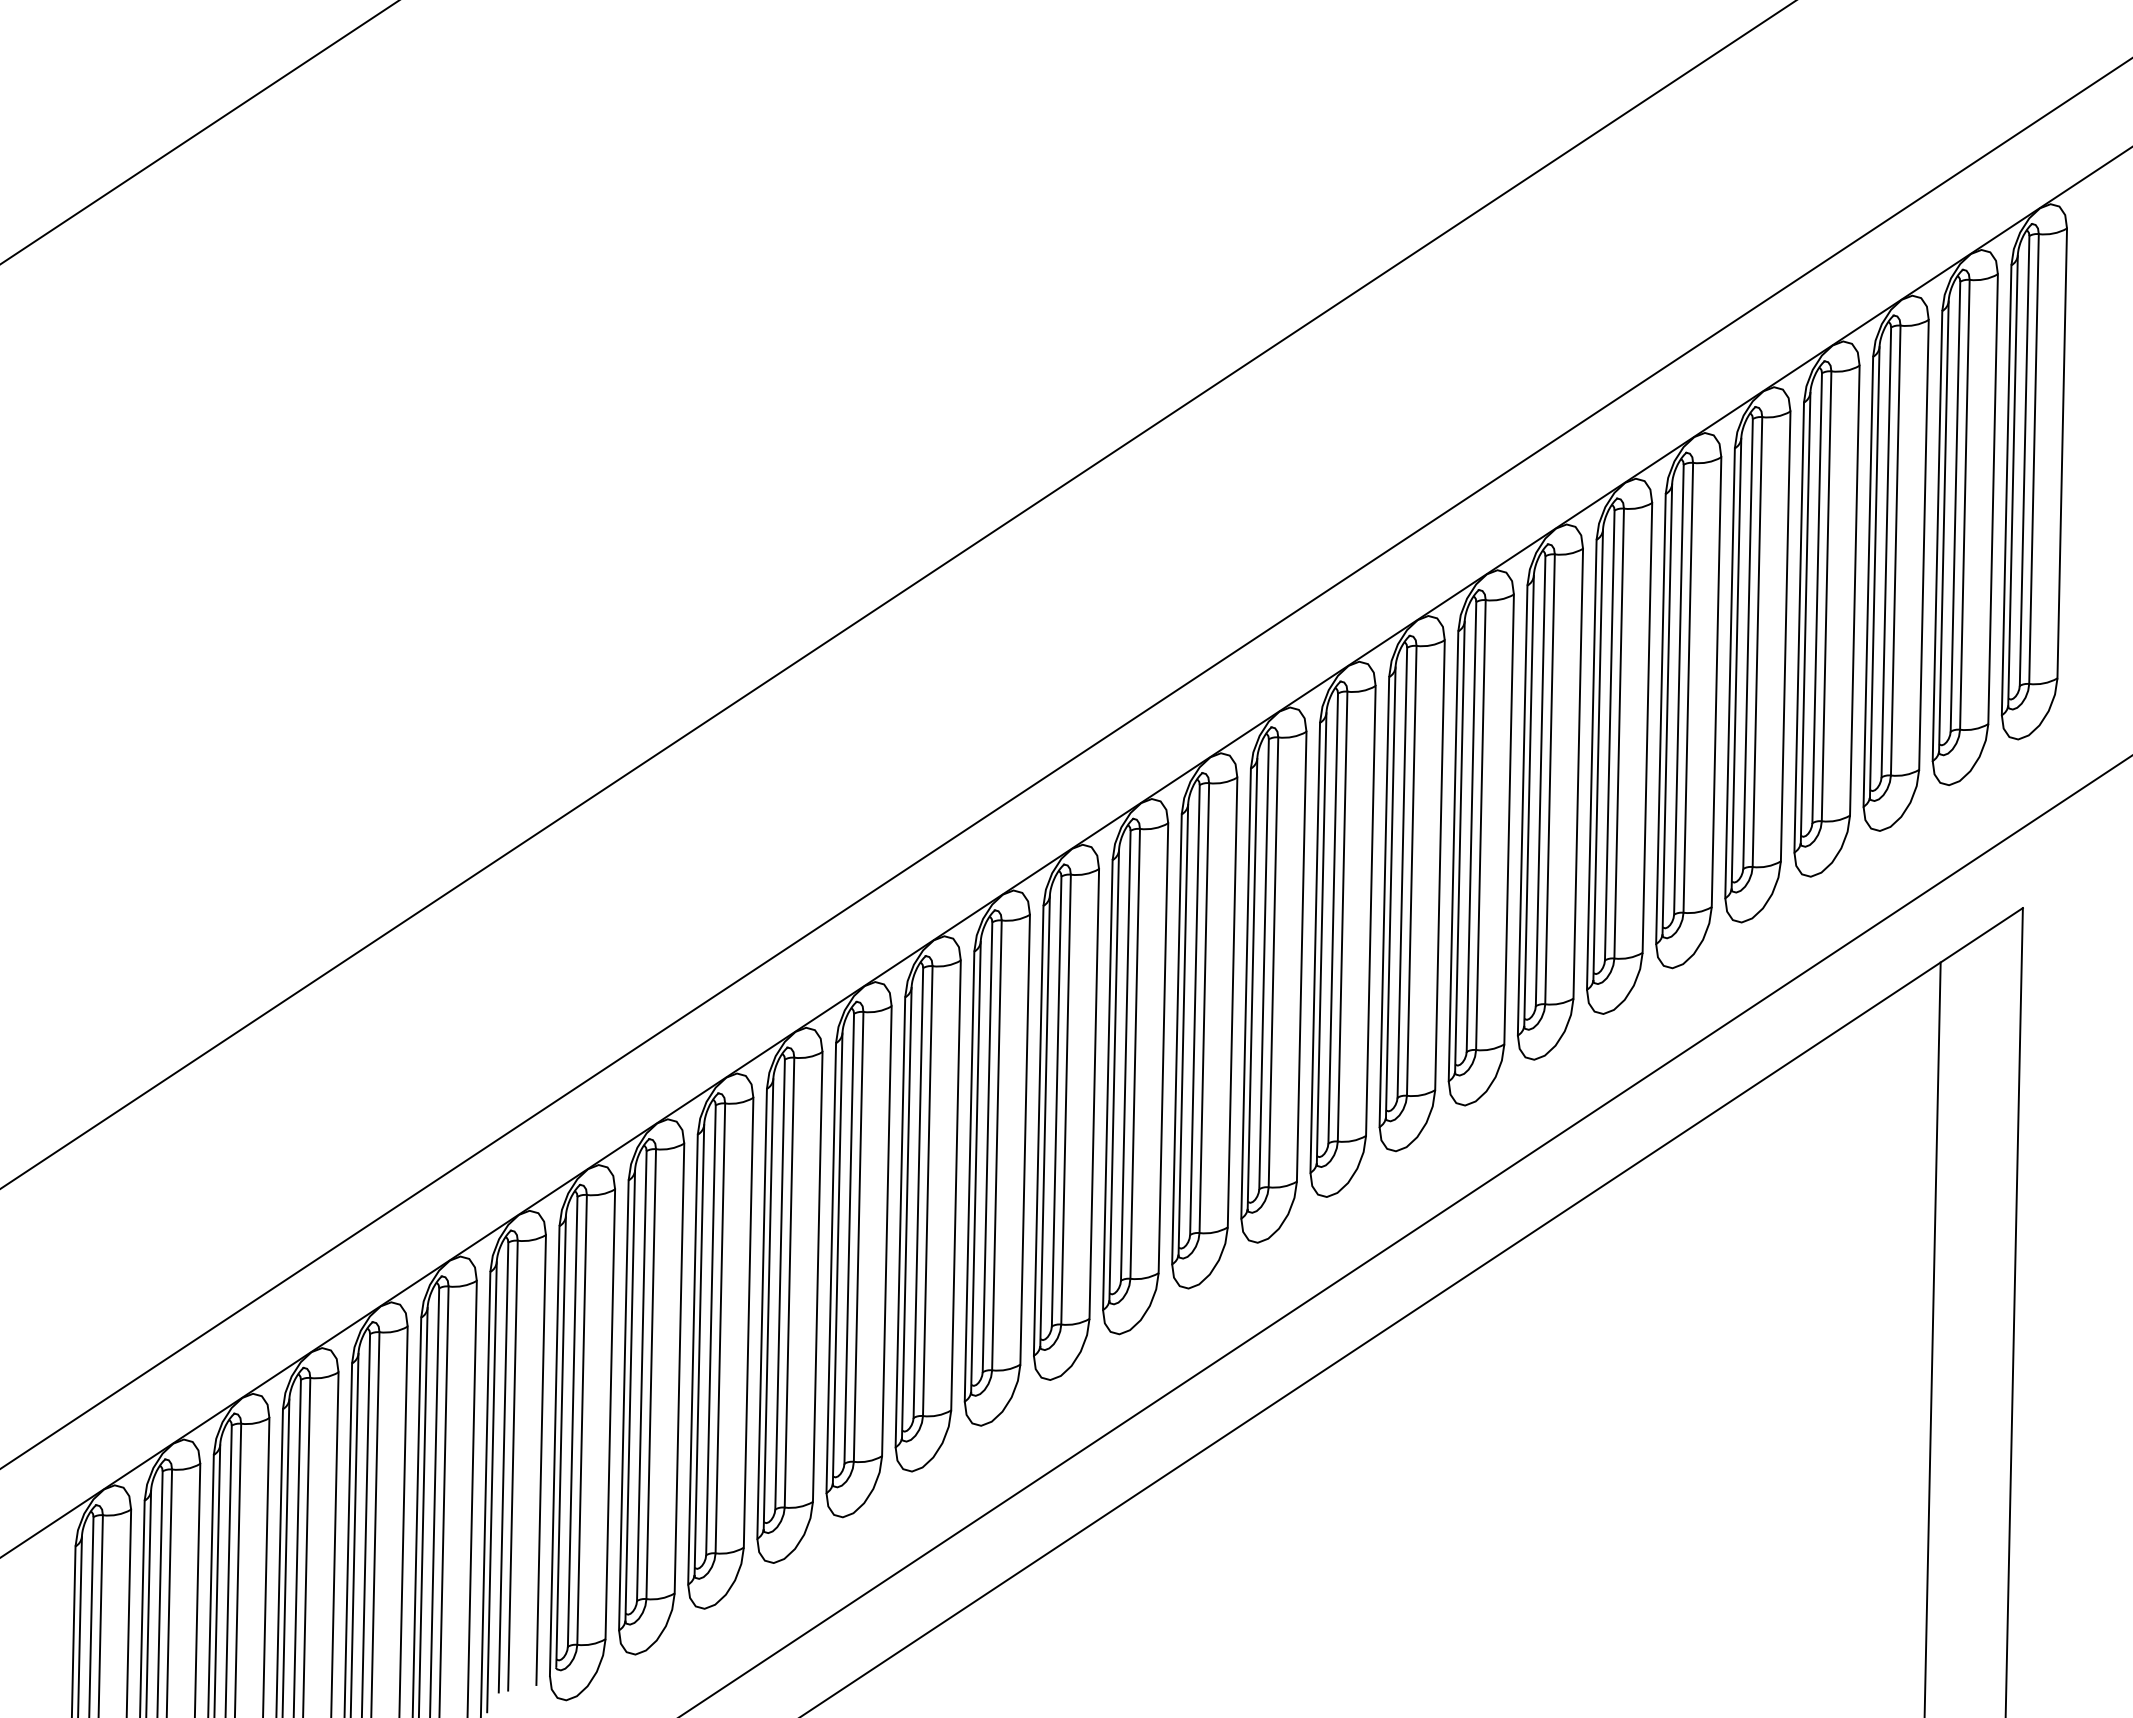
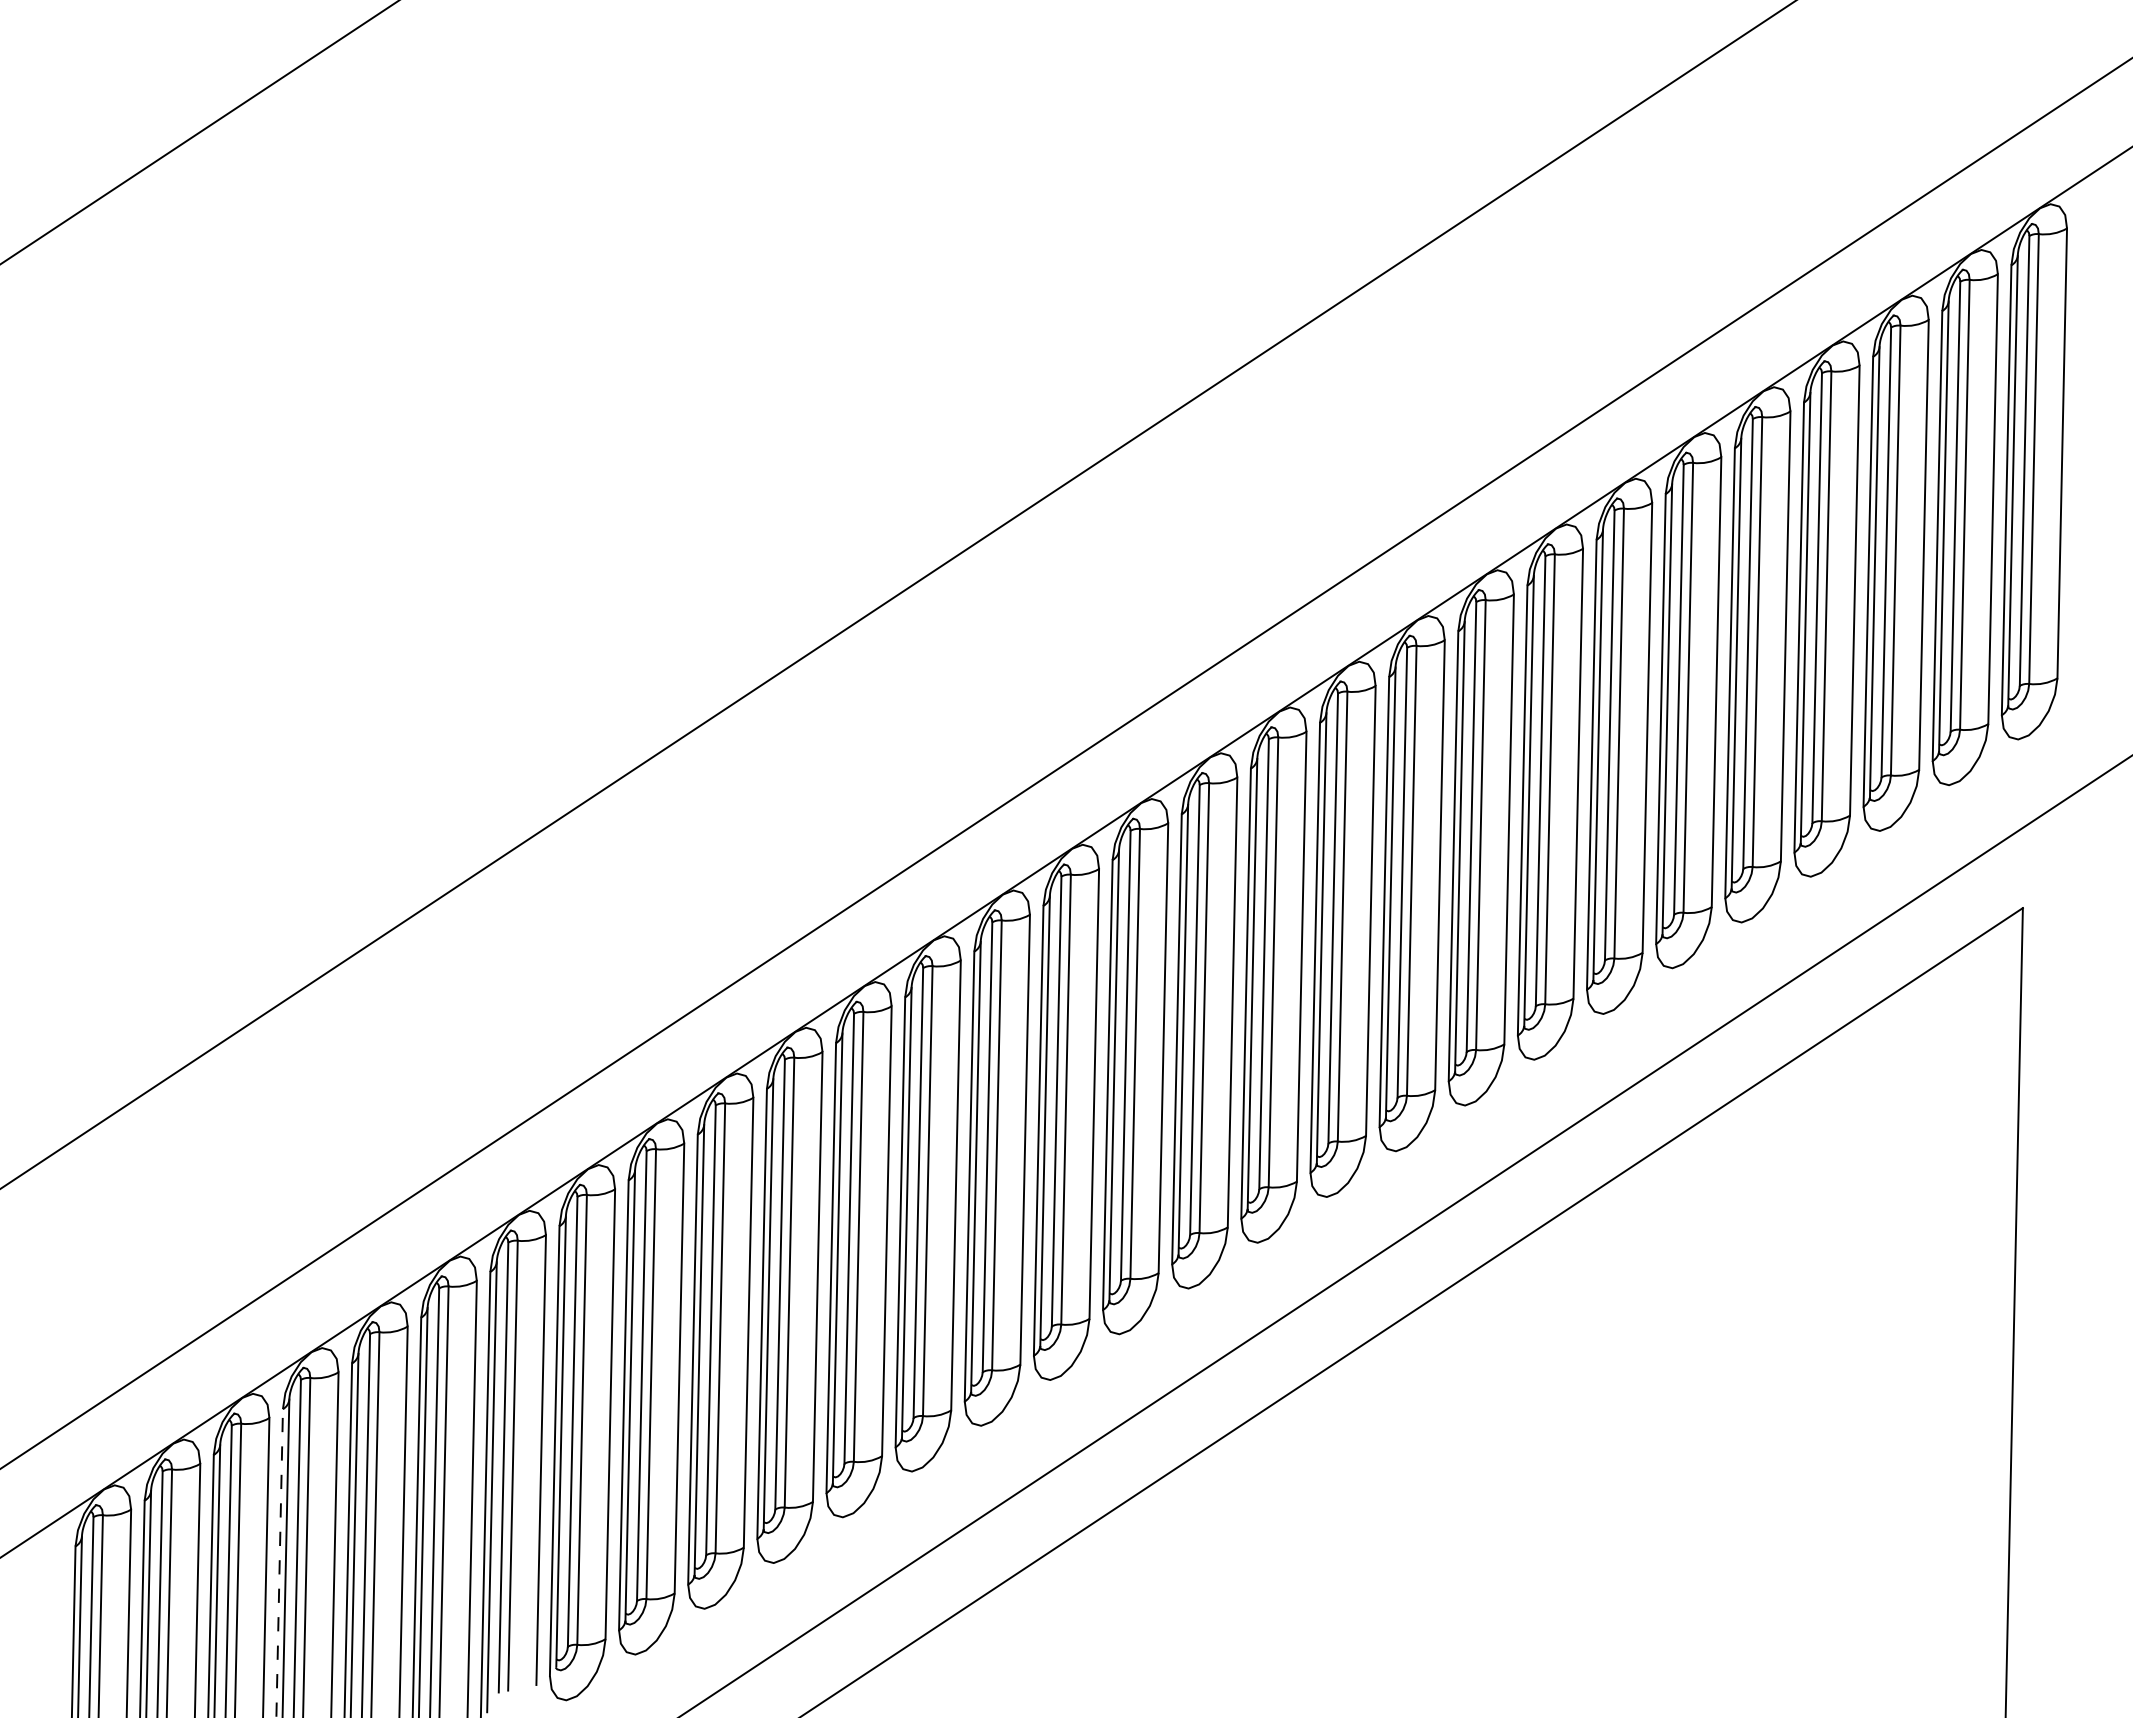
line at (1932, 1338): present -> none
line at (279, 1563): solid -> dashed
